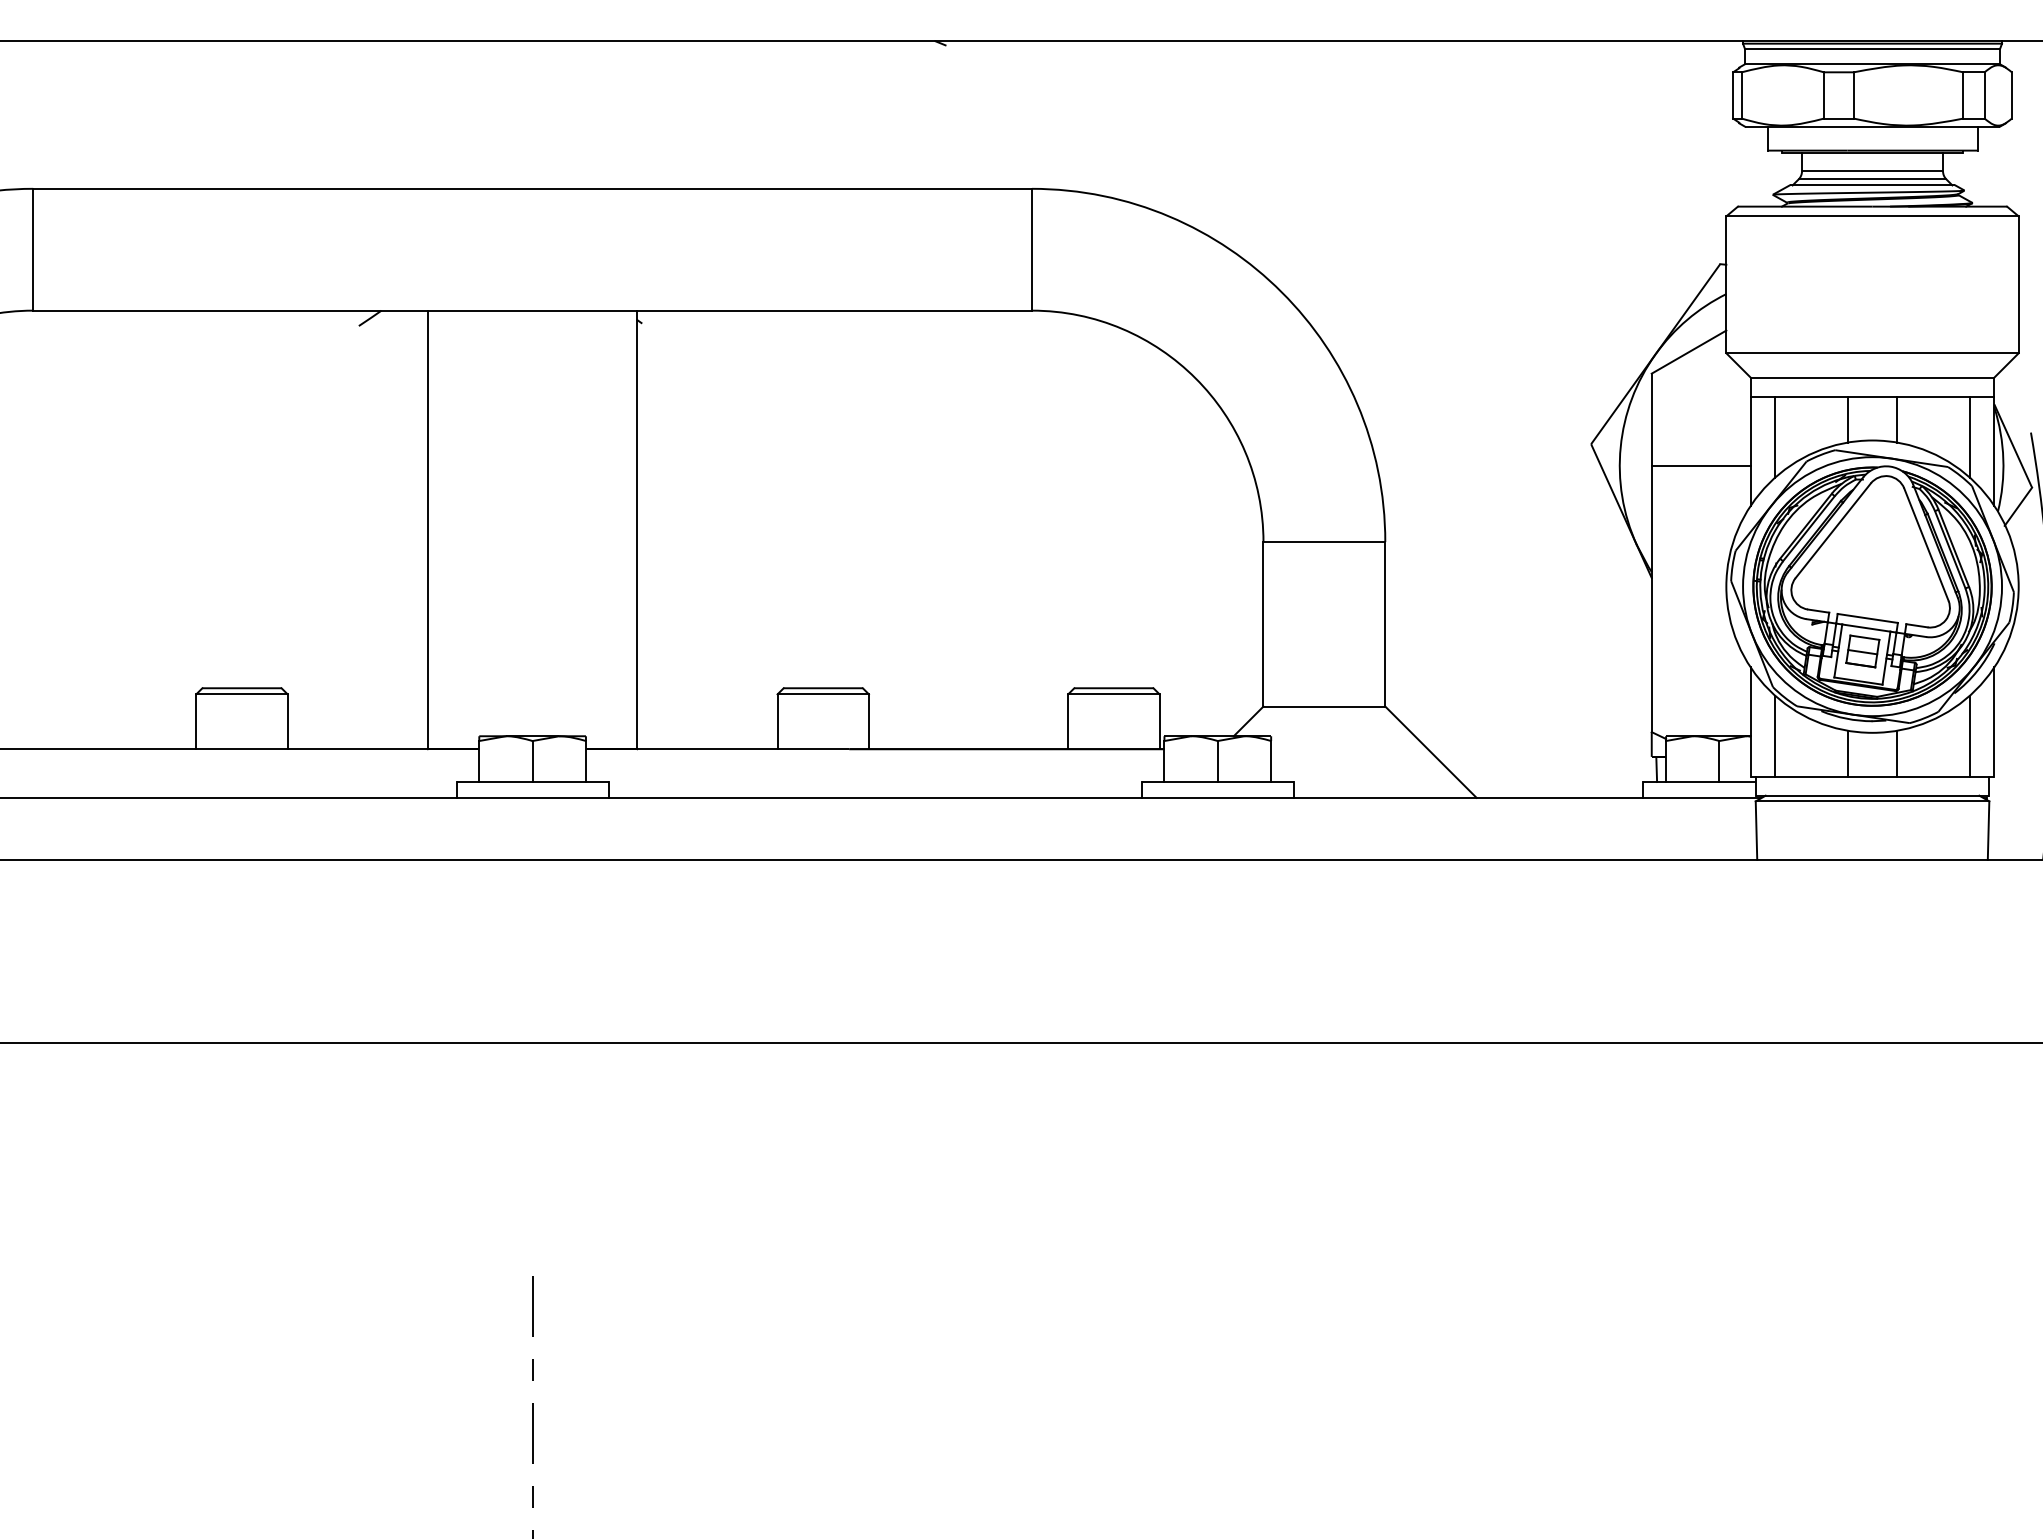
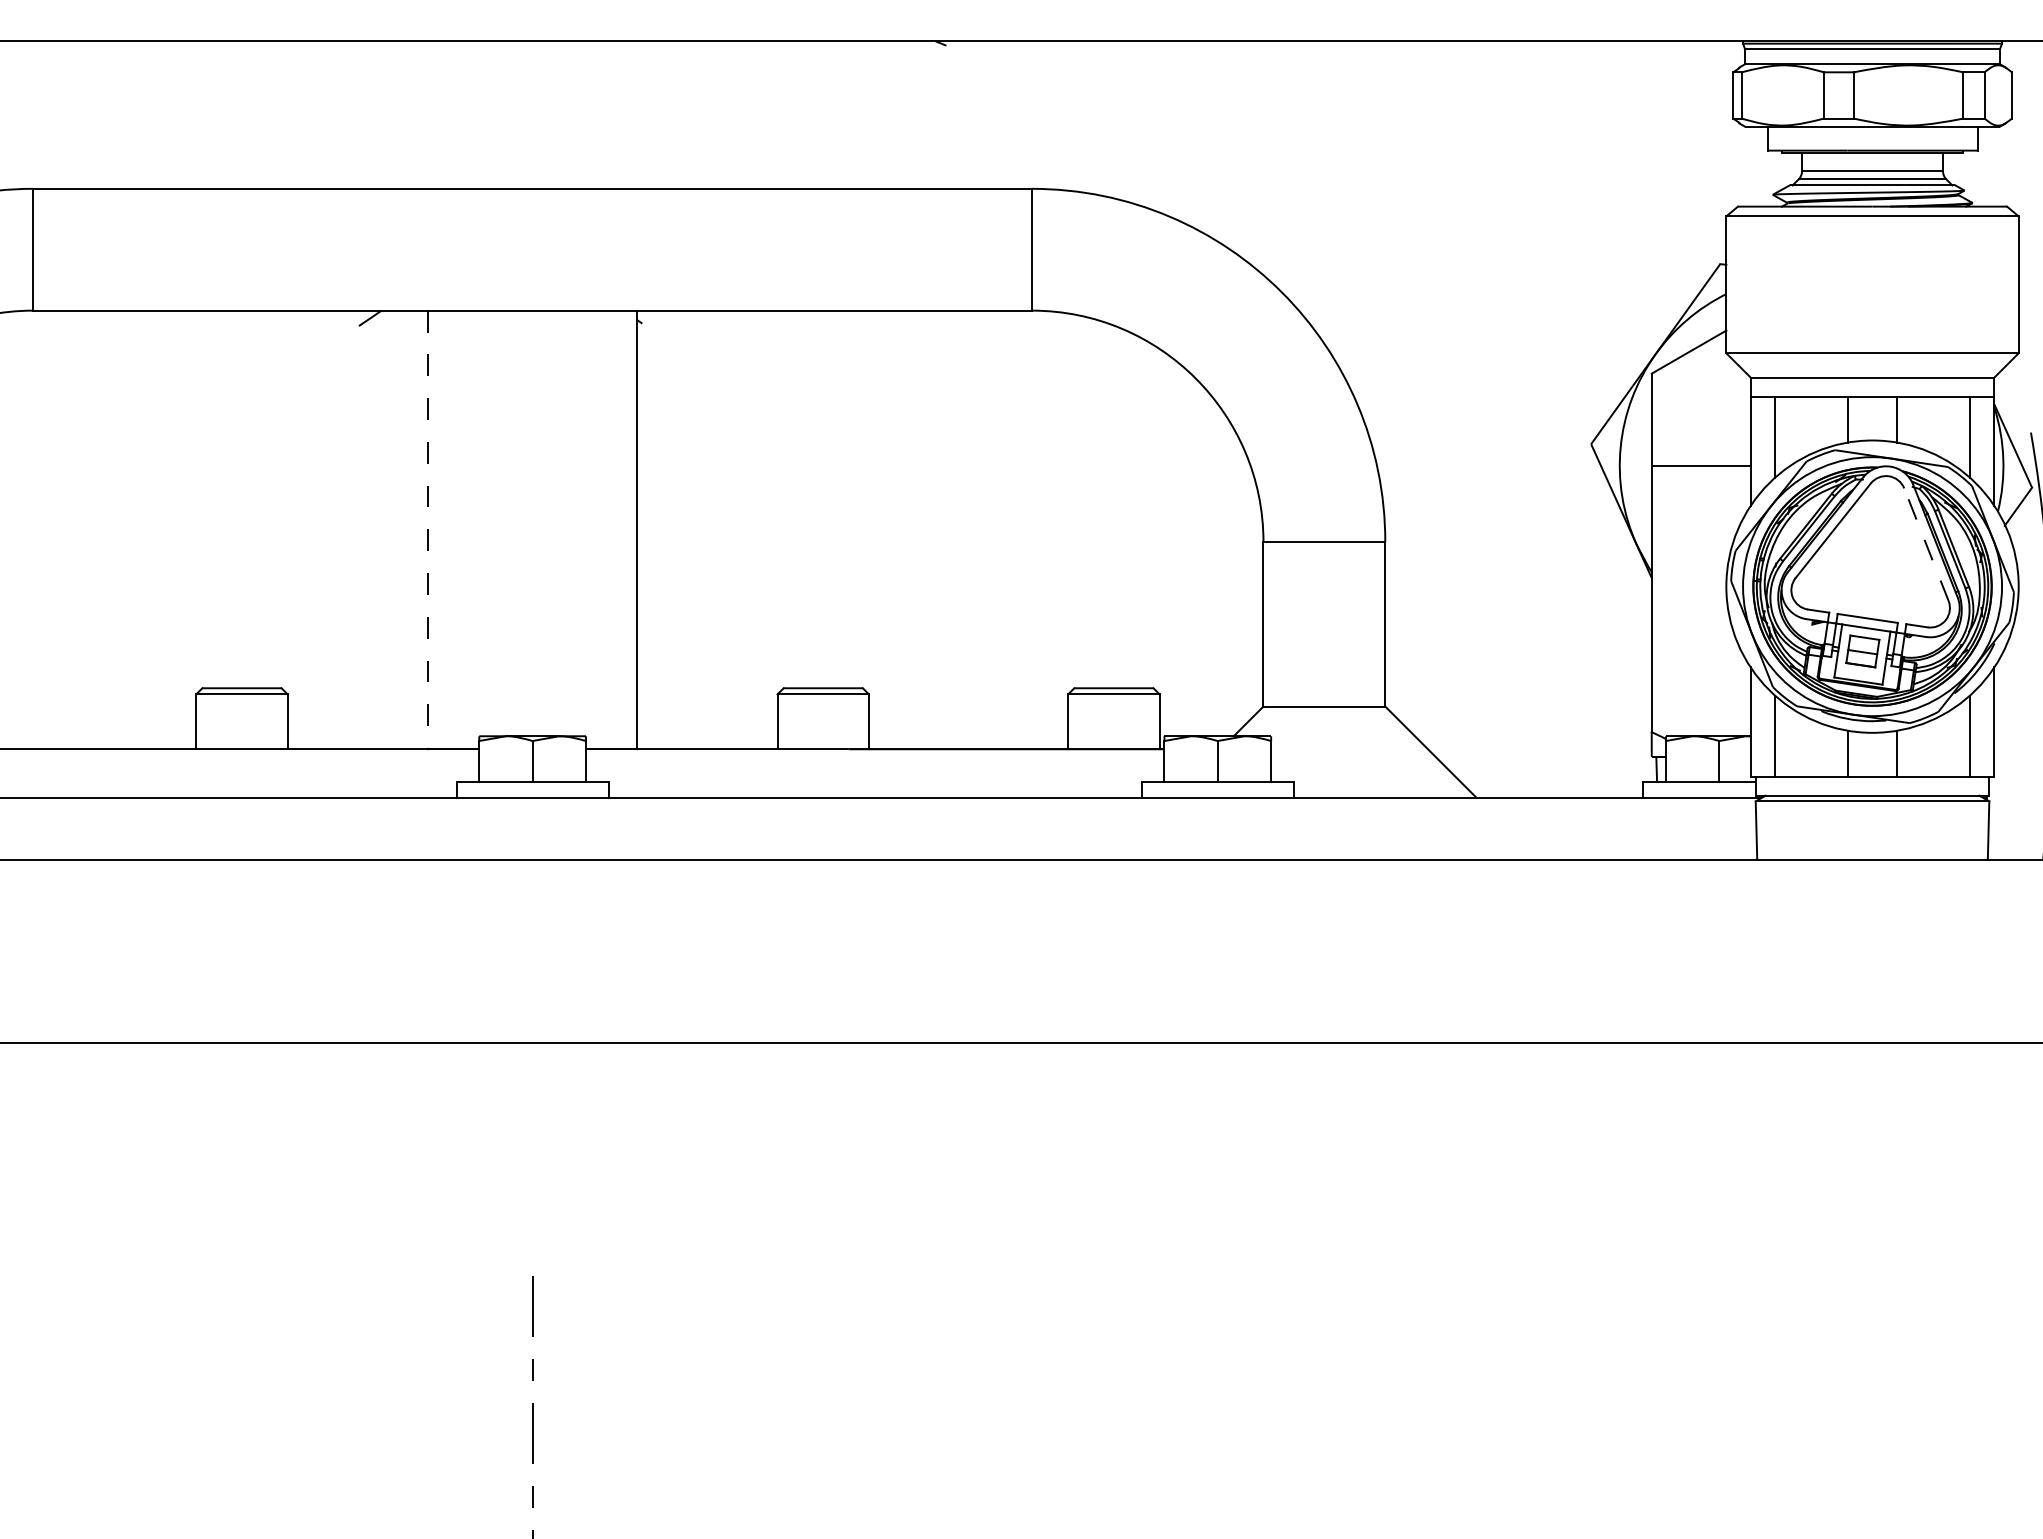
line at (427, 530): solid -> dashed
line at (1926, 544): solid -> dashed
